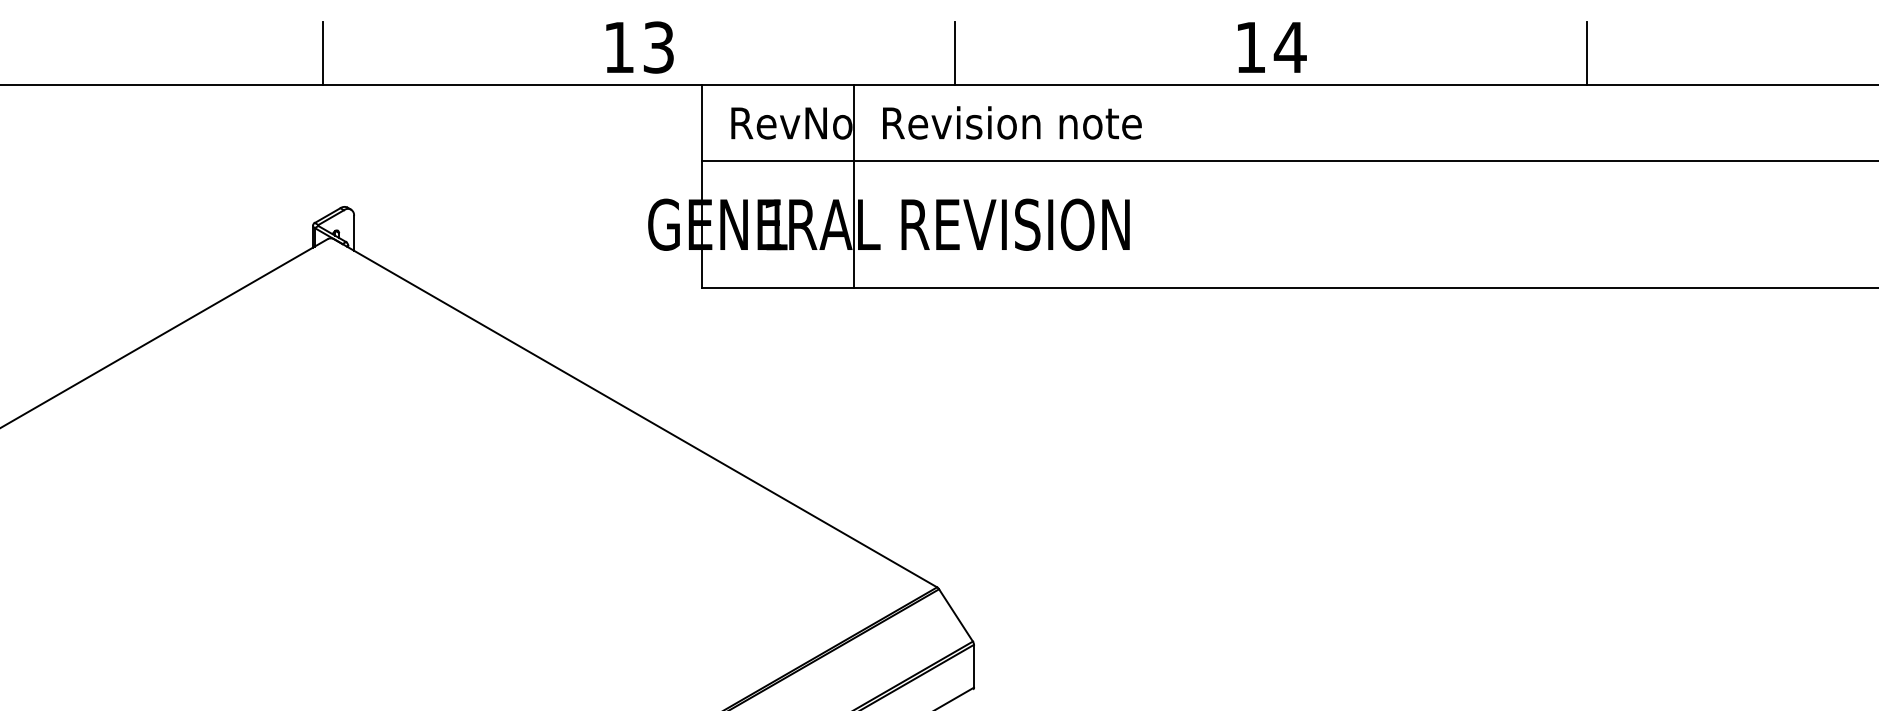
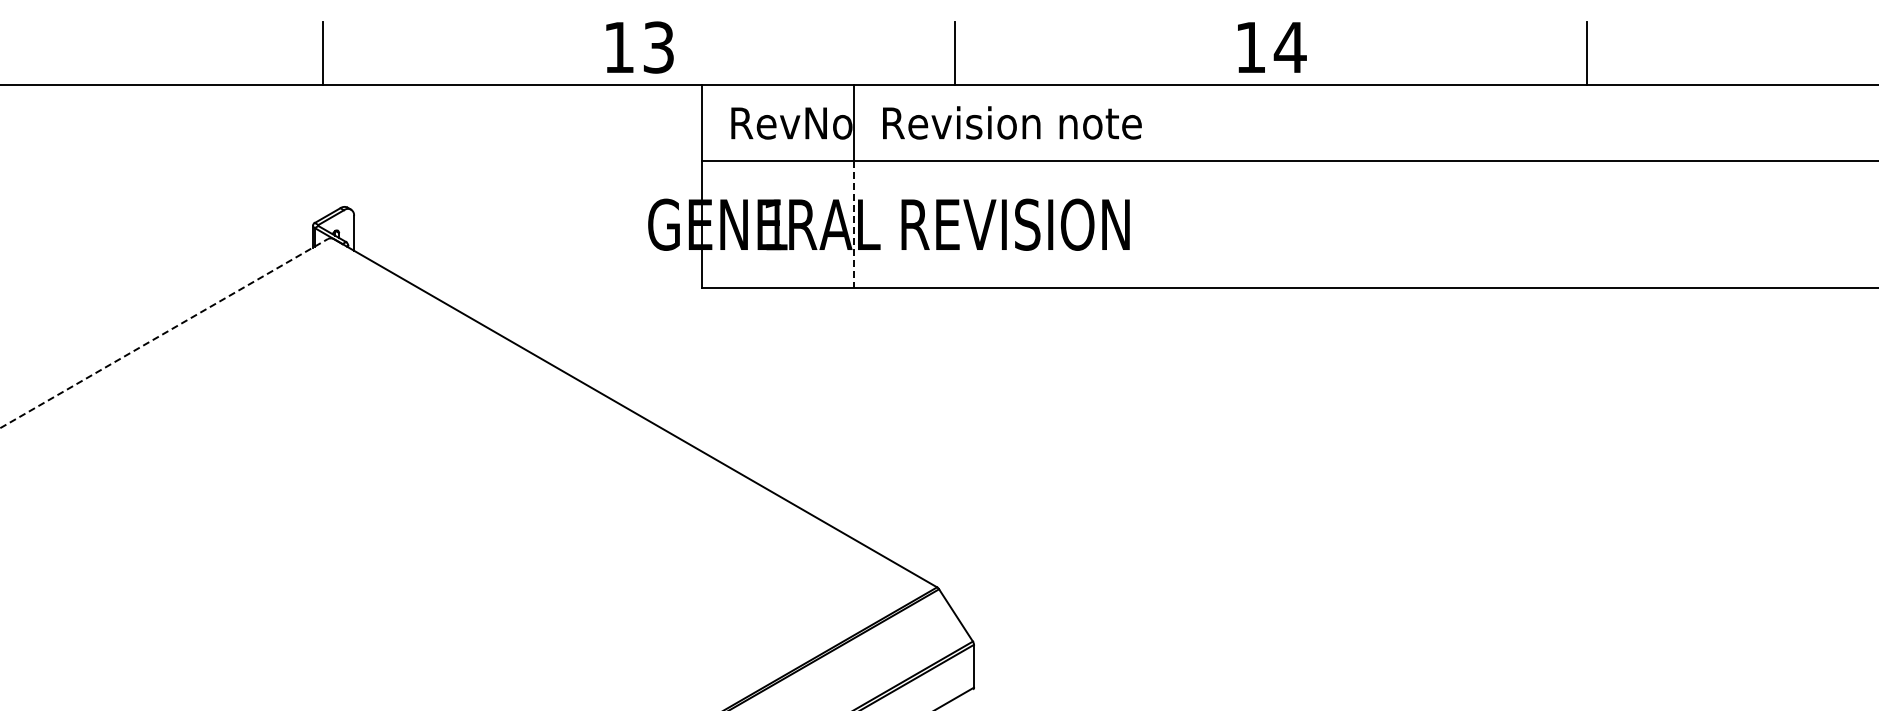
line at (853, 224): solid -> dashed
line at (164, 333): solid -> dashed
